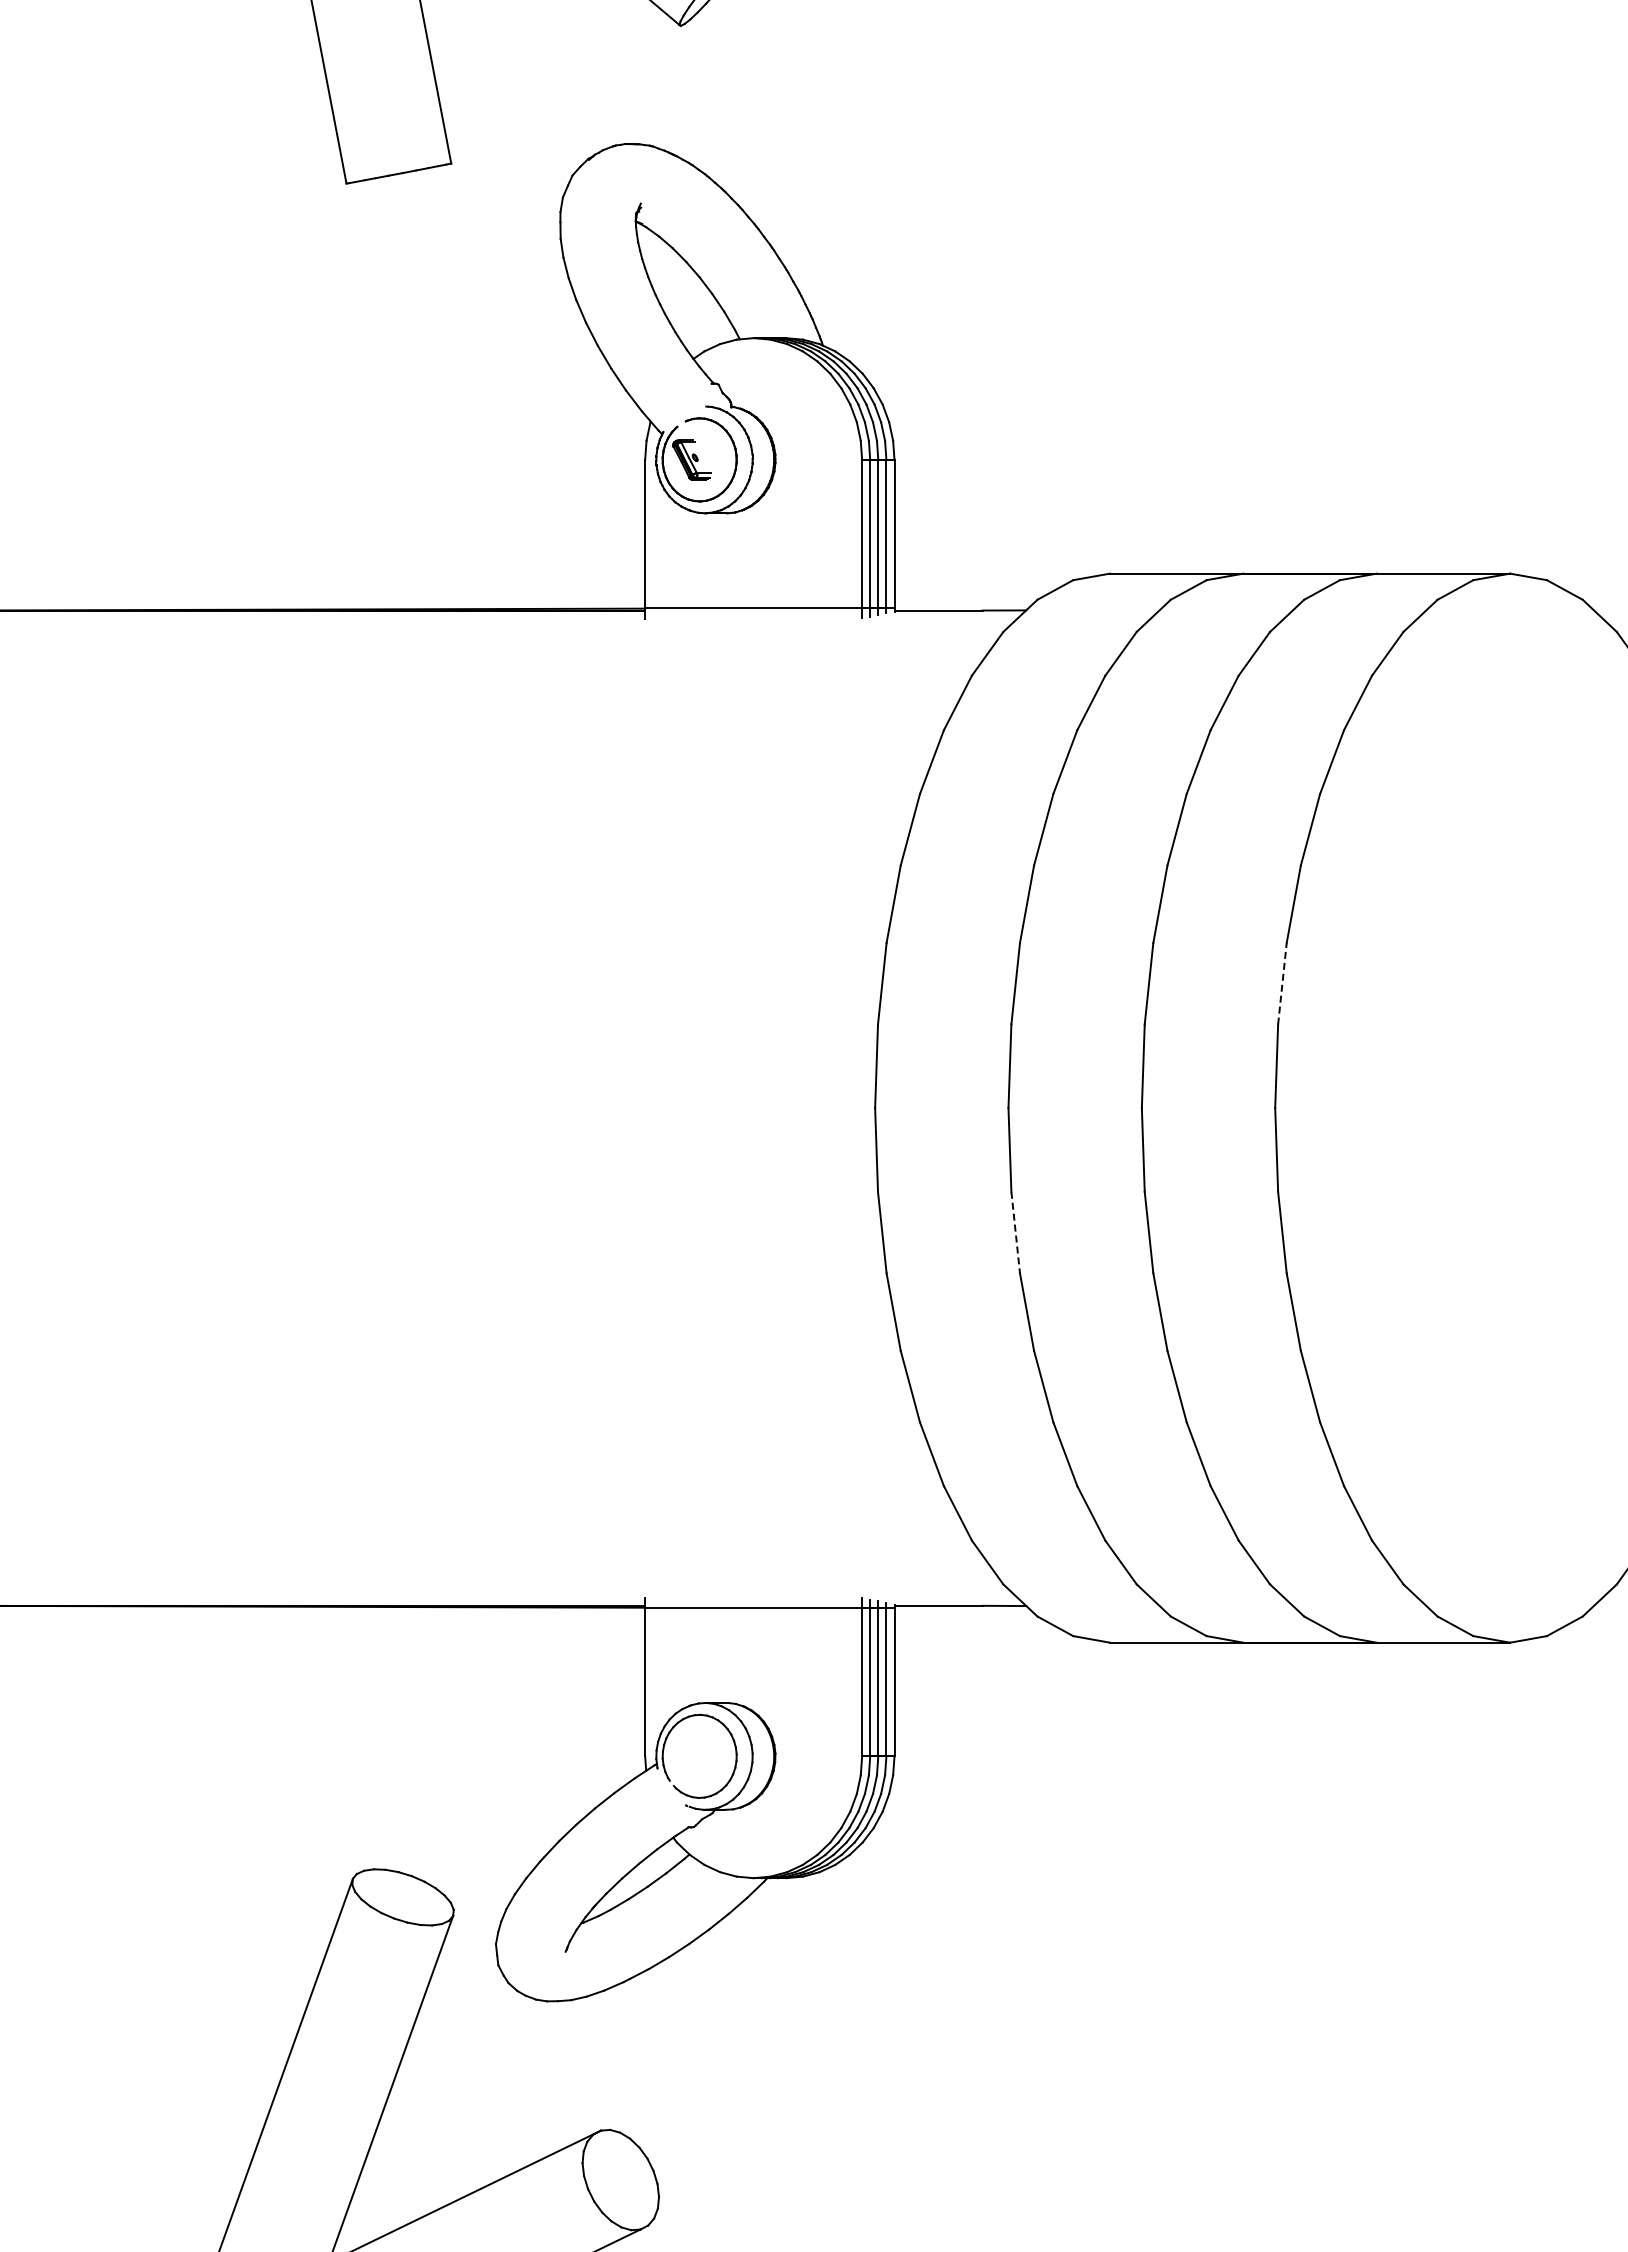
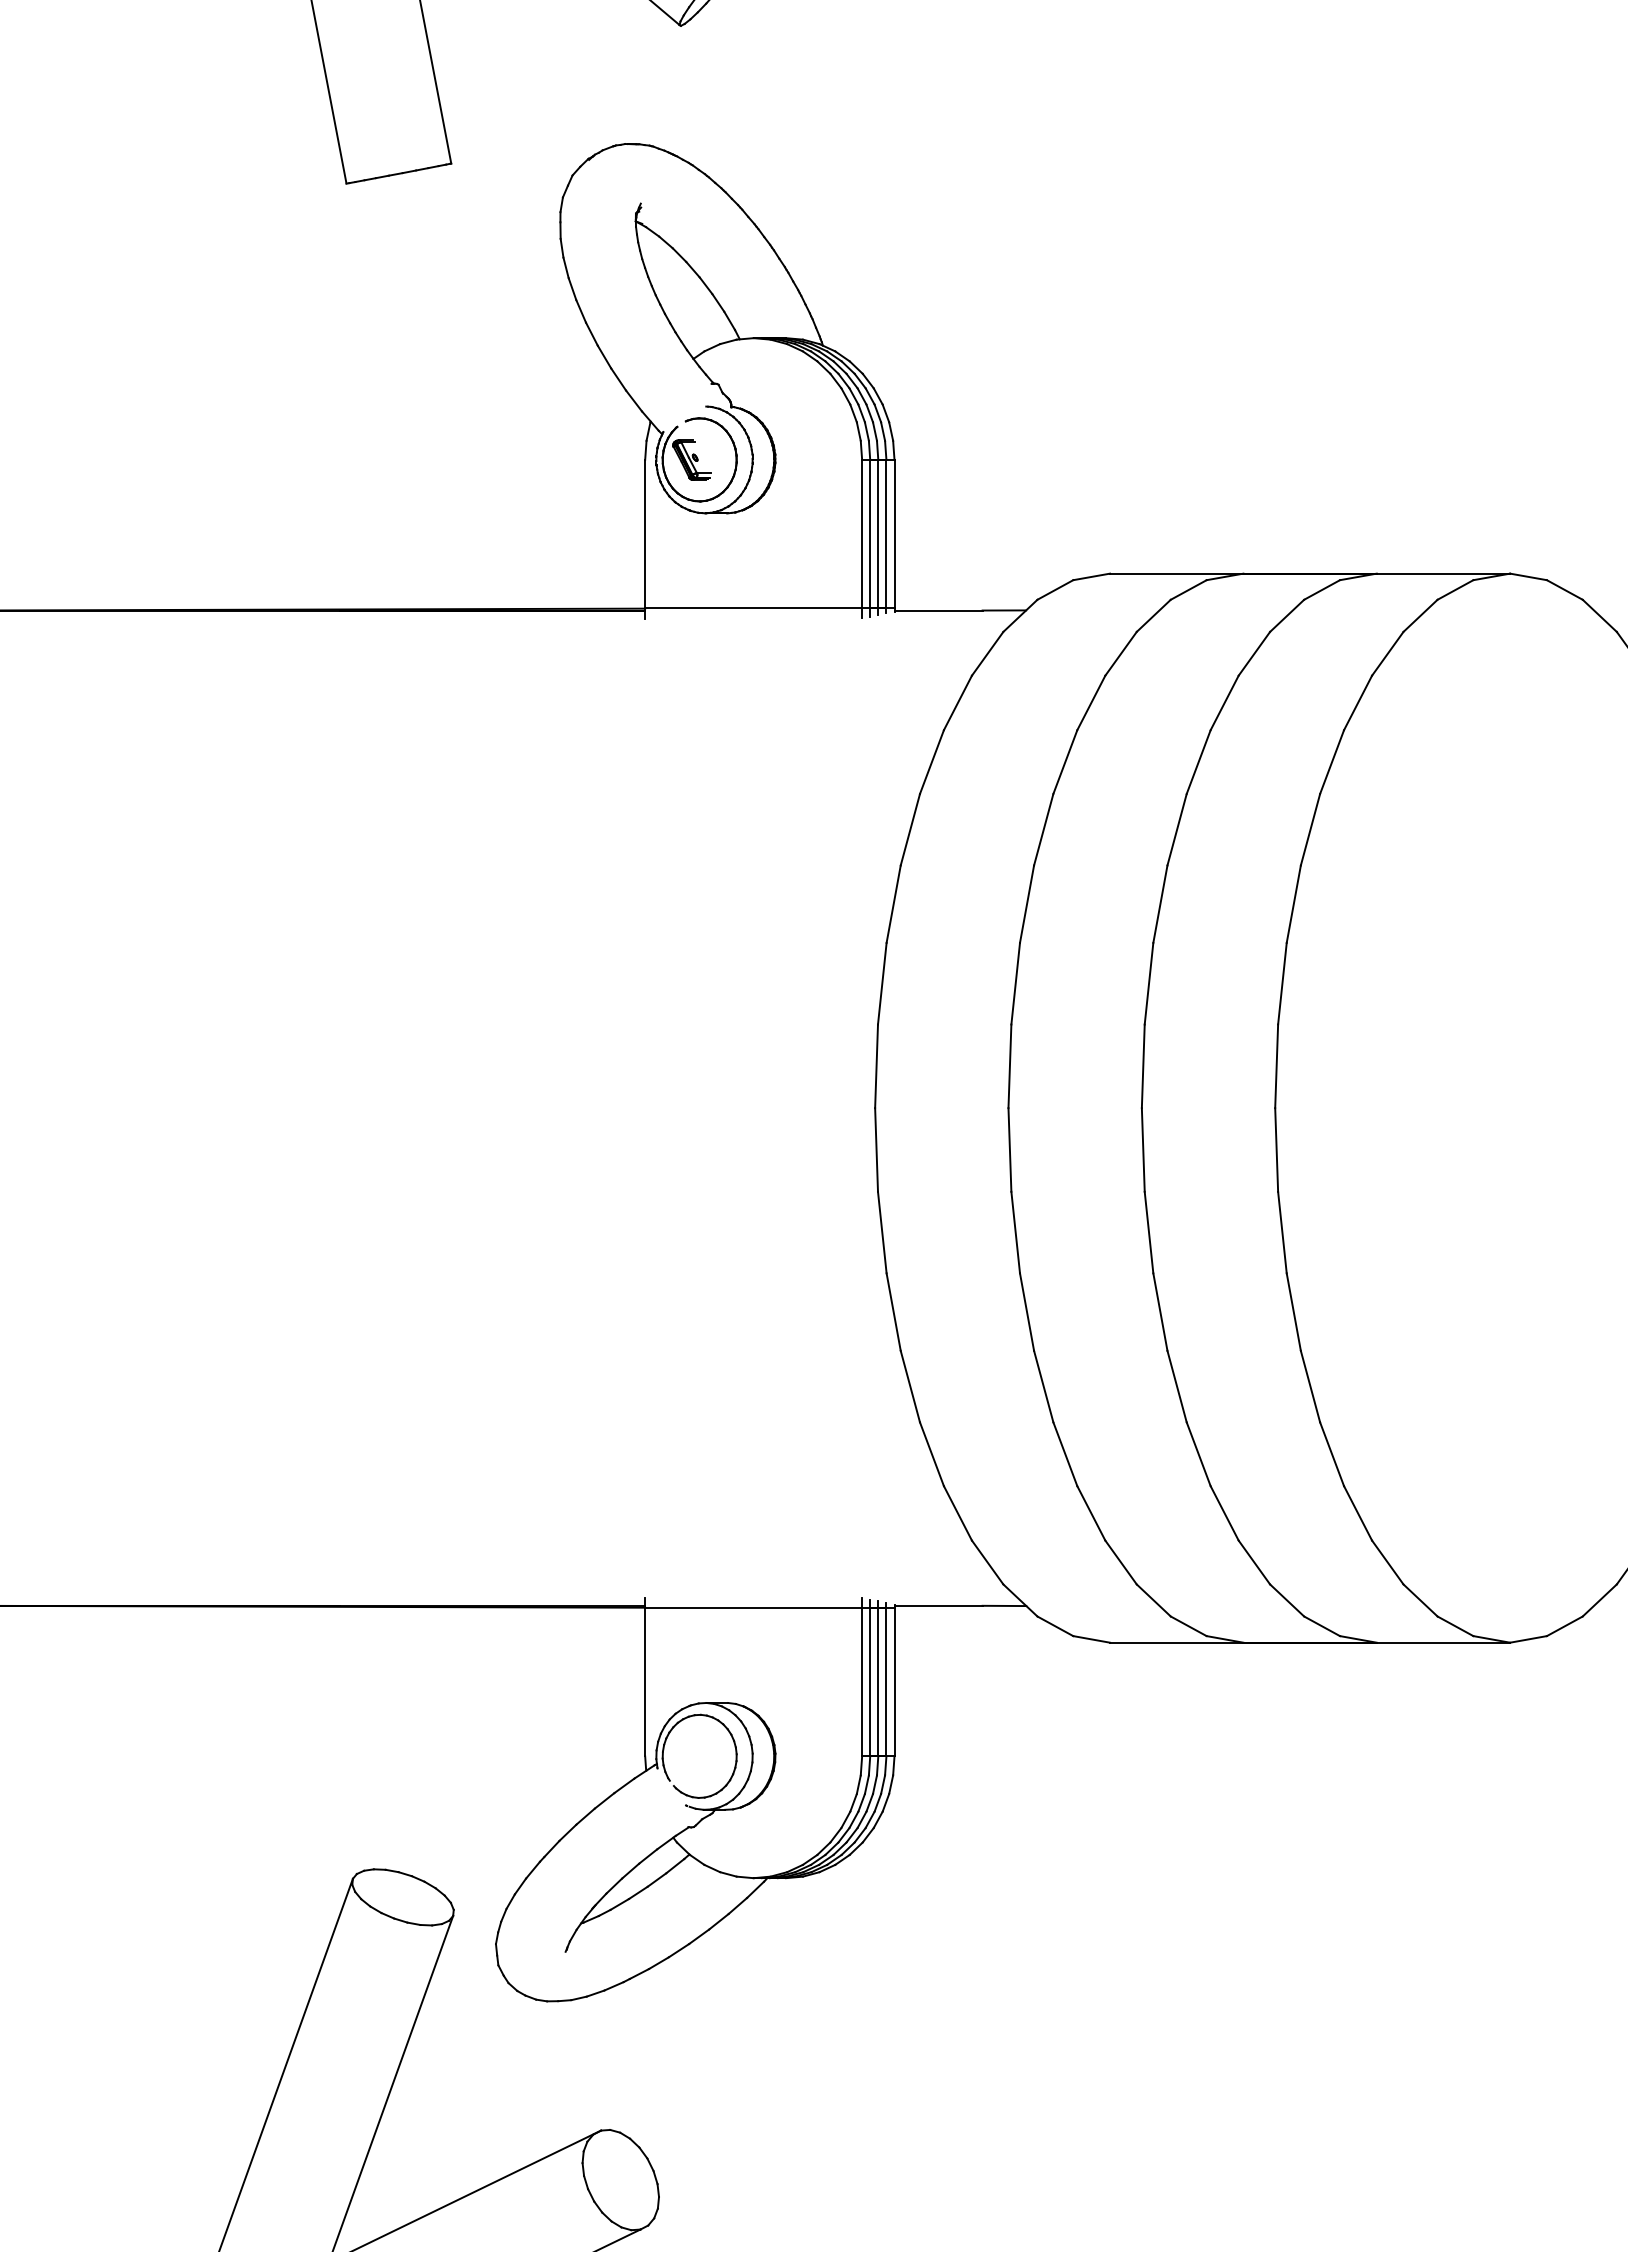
line at (1282, 983): dashed -> solid
line at (1015, 1232): dashed -> solid
